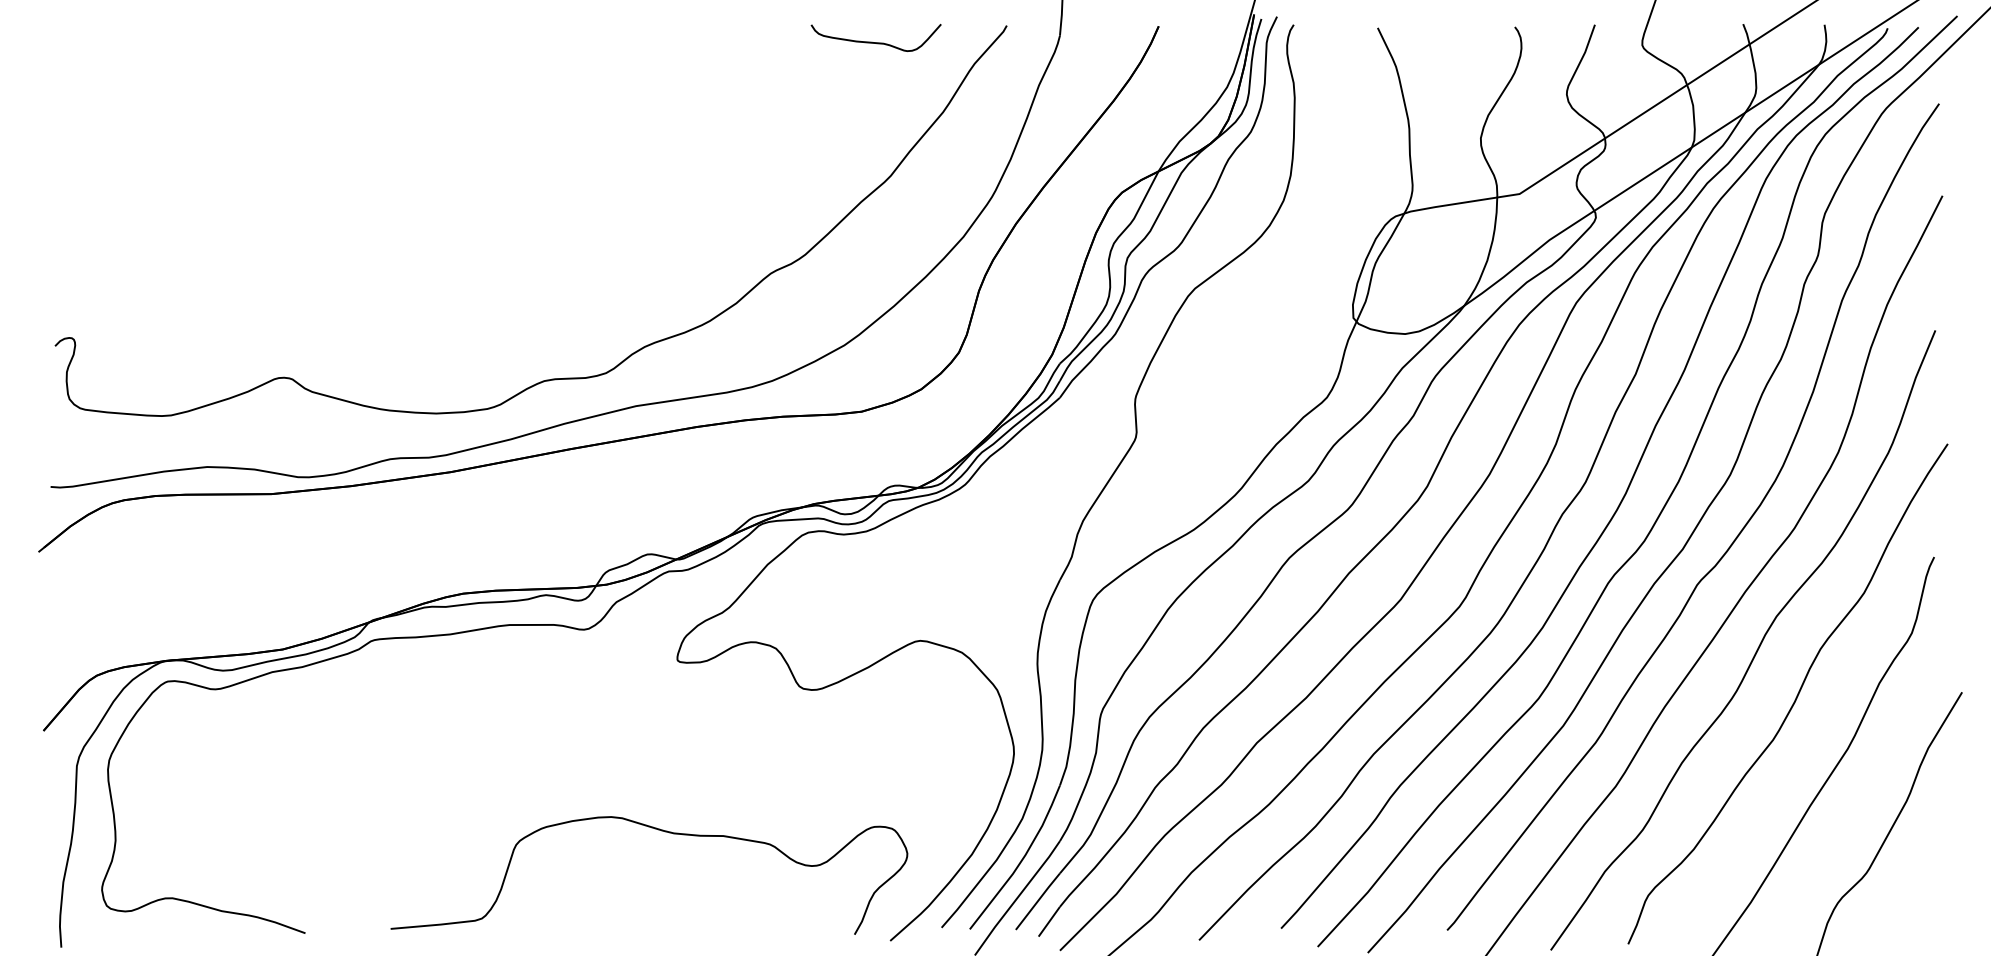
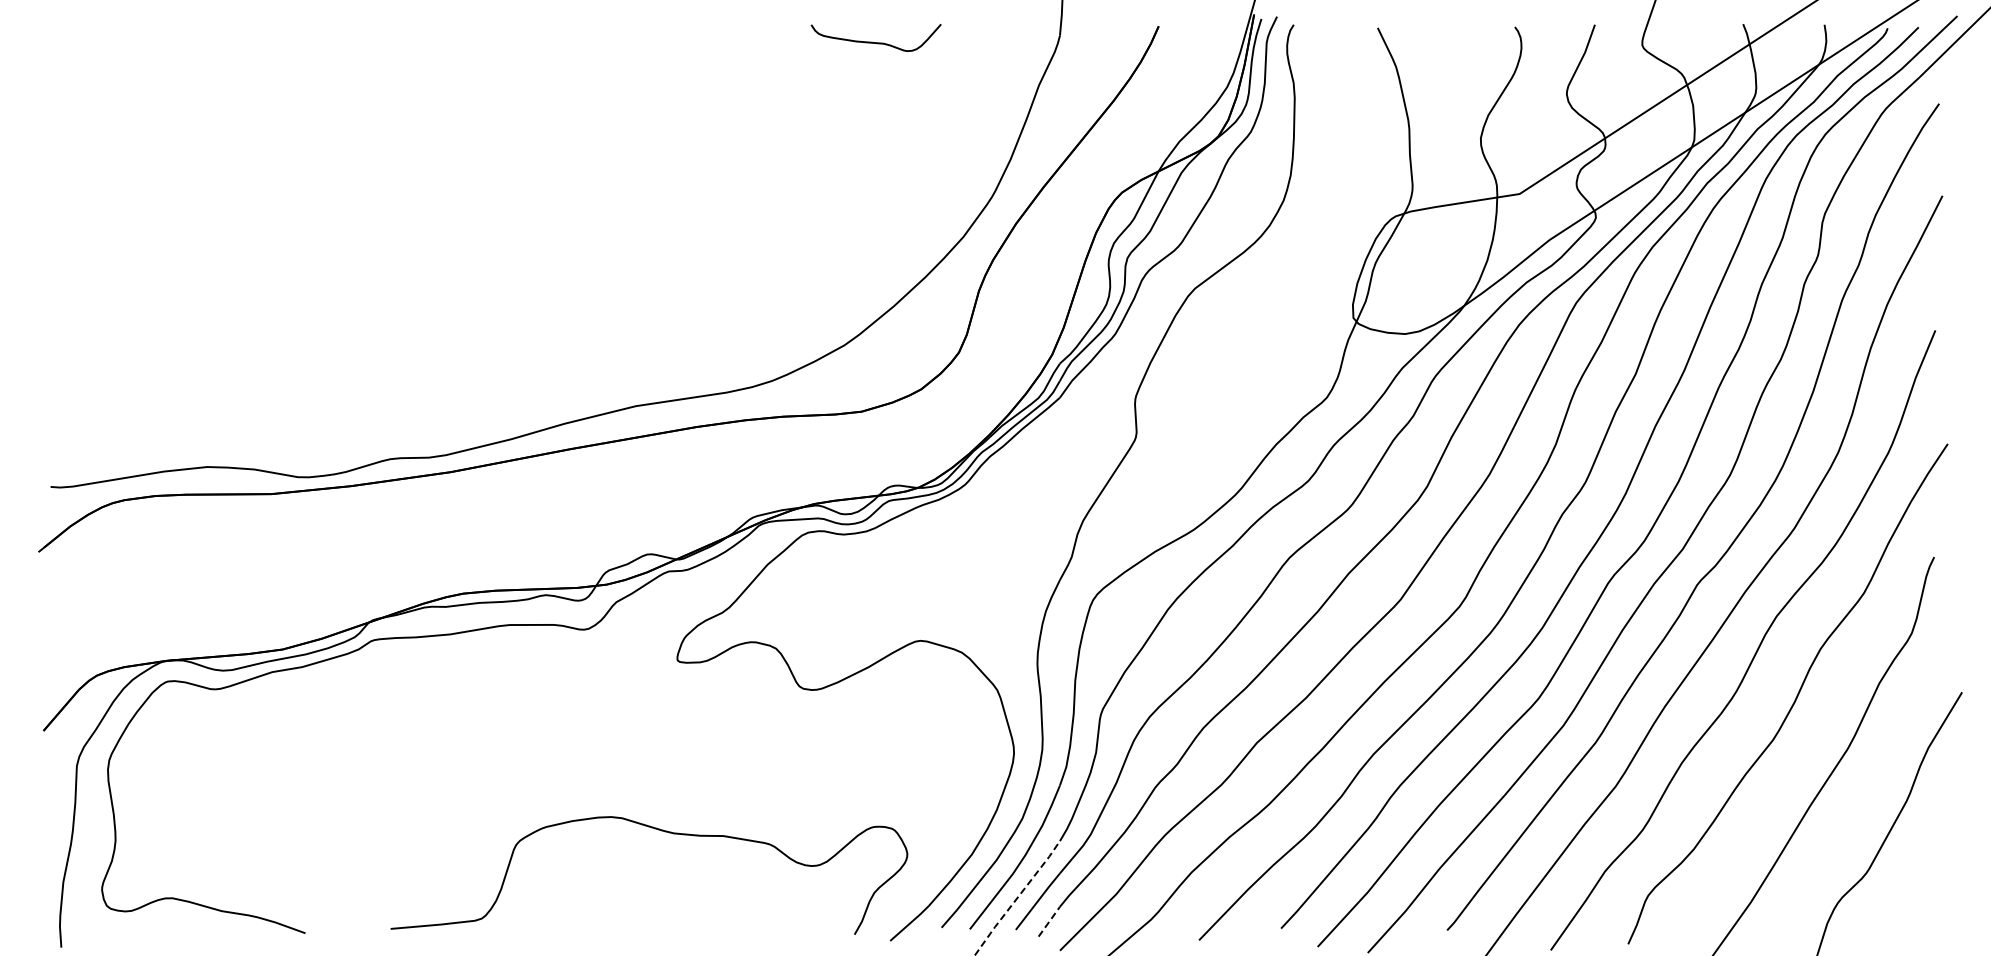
curve at (552, 378): present -> none
line at (1017, 897): solid -> dashed
line at (1049, 921): solid -> dashed
